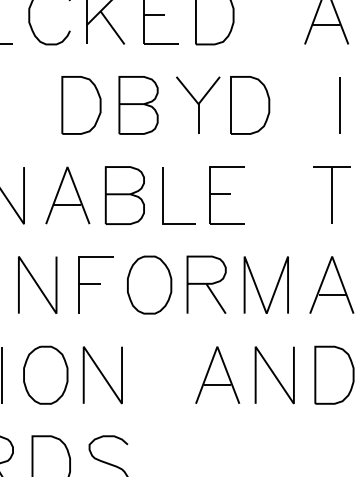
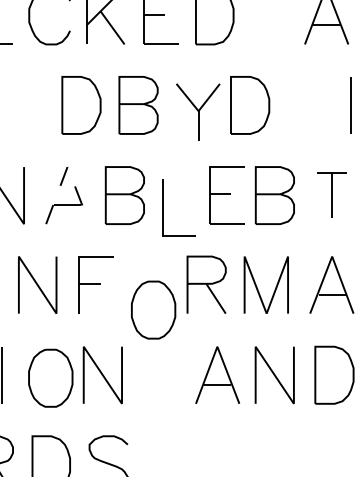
part at (198, 104) position: (198, 104) -> (198, 111)
line at (339, 105) position: (339, 105) -> (350, 105)
line at (67, 167): solid -> dashed
part at (331, 194) size: 38x58 px -> 30x46 px
line at (163, 195) position: (163, 195) -> (163, 207)
part at (274, 195): none -> present
part at (149, 284) position: (149, 284) -> (153, 309)
part at (45, 374) position: (45, 374) -> (50, 377)
